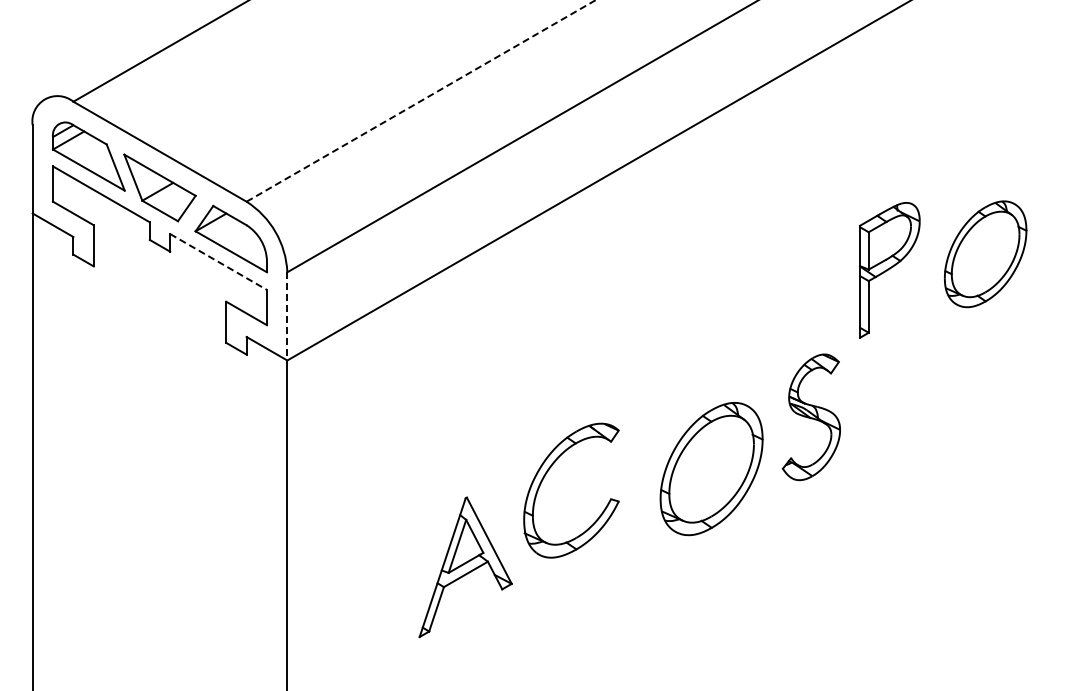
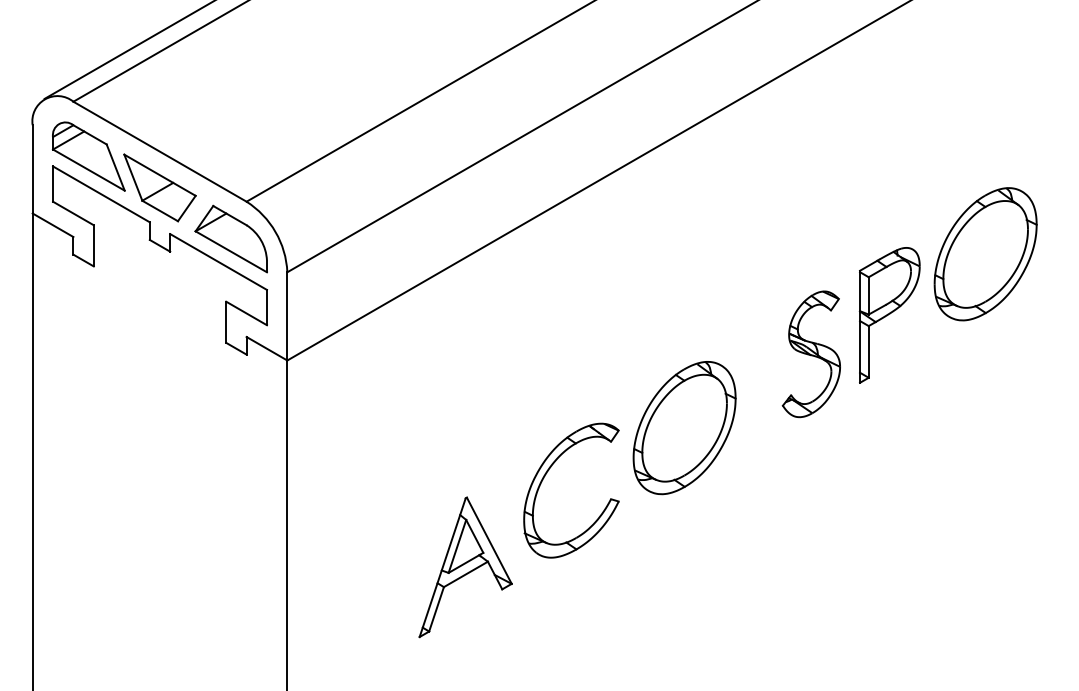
line at (127, 50): none -> present
line at (421, 100): dashed -> solid
part at (985, 254) size: 84x109 px -> 105x135 px
line at (218, 262): dashed -> solid
part at (889, 270) position: (889, 270) -> (889, 315)
line at (287, 316): dashed -> solid
part at (810, 417) position: (810, 417) -> (810, 354)
part at (711, 469) position: (711, 469) -> (684, 428)
